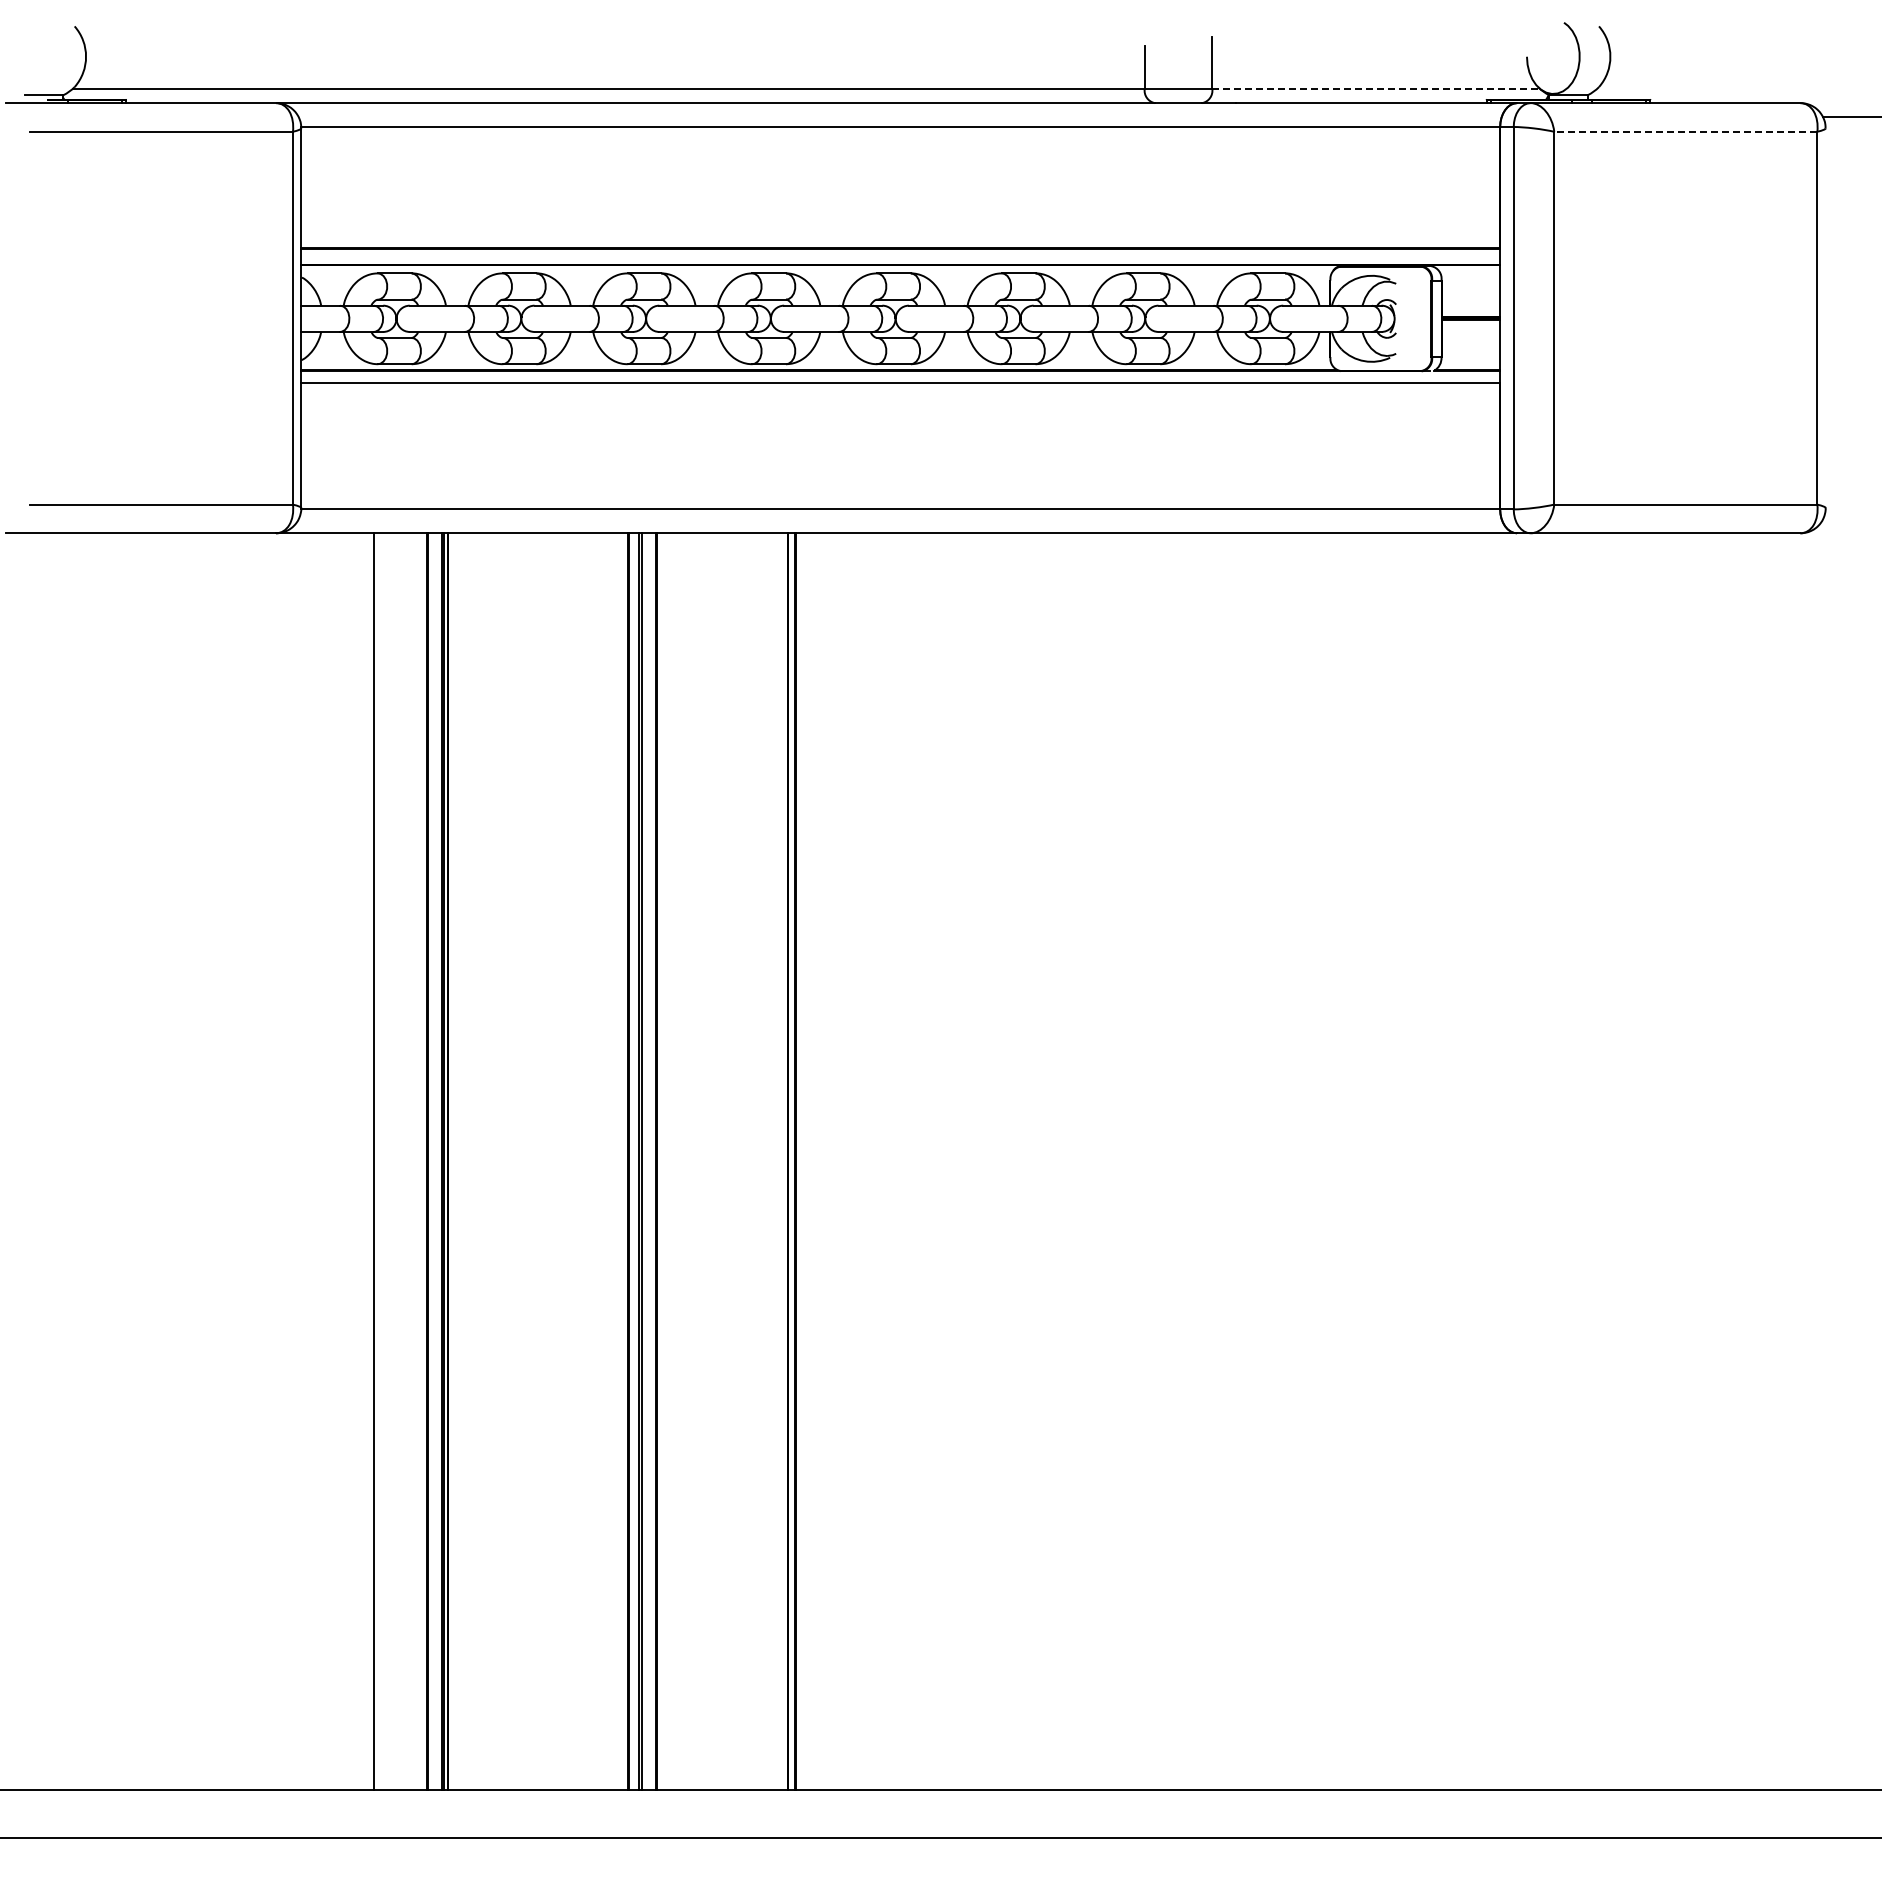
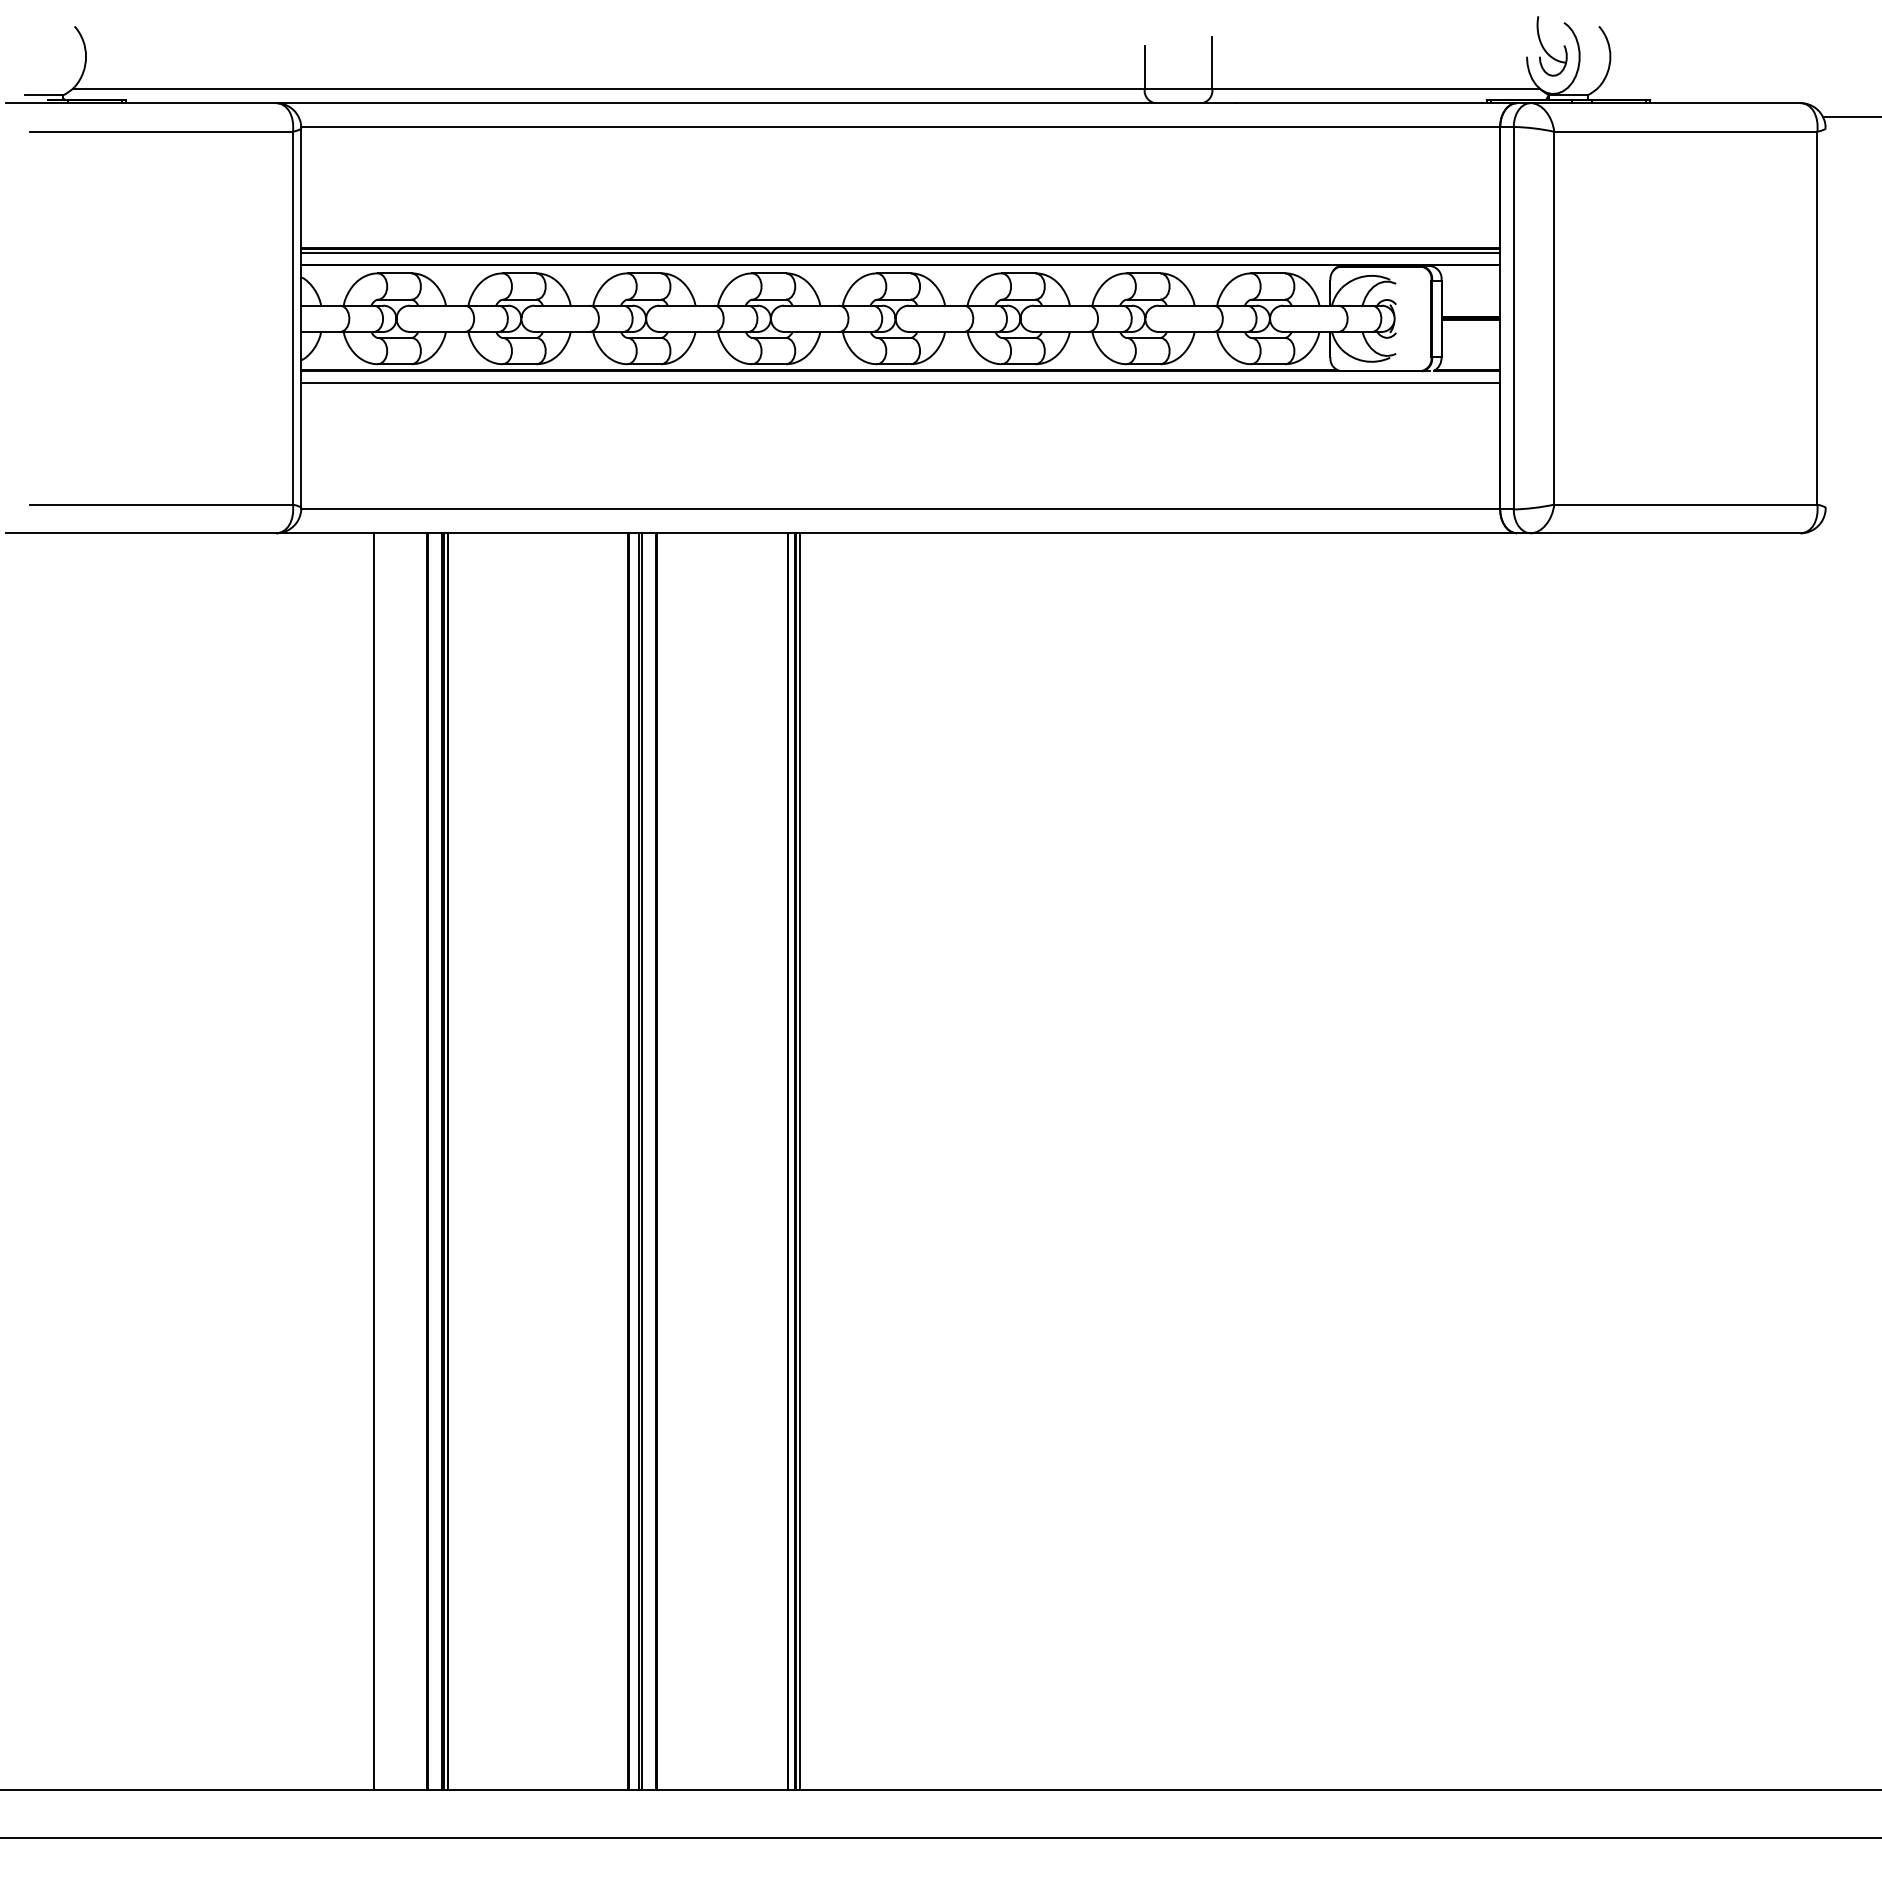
part at (1546, 50): none -> present
line at (1376, 88): dashed -> solid
line at (1685, 131): dashed -> solid
line at (900, 253): none -> present
line at (799, 1161): none -> present
